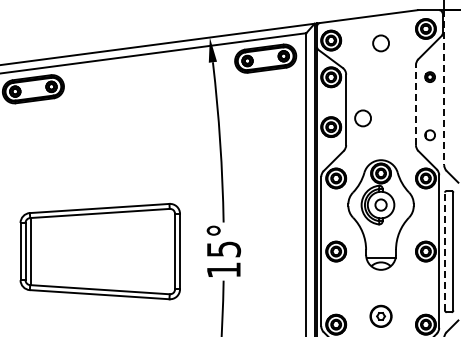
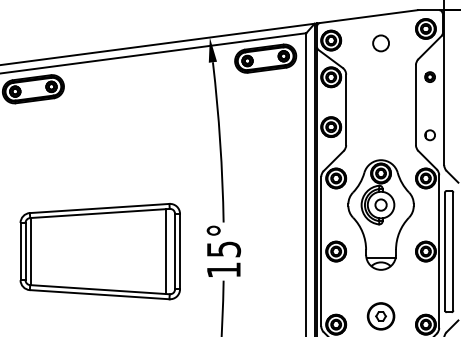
line at (444, 88): dashed -> solid
line at (415, 105): dashed -> solid
circle at (362, 118): present -> none
line at (165, 251): none -> present
line at (445, 251): dashed -> solid
part at (380, 315) size: 24x24 px -> 30x29 px
